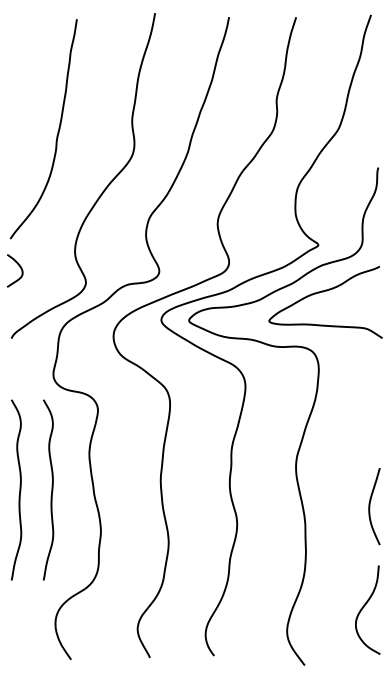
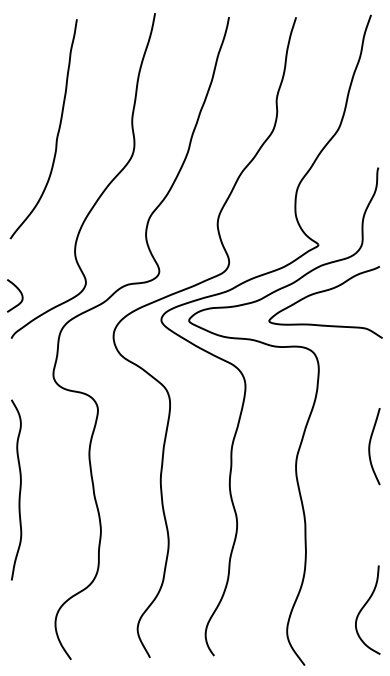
curve at (19, 267) position: (19, 267) -> (19, 292)
curve at (51, 489): present -> none
curve at (370, 506) position: (370, 506) -> (370, 446)
